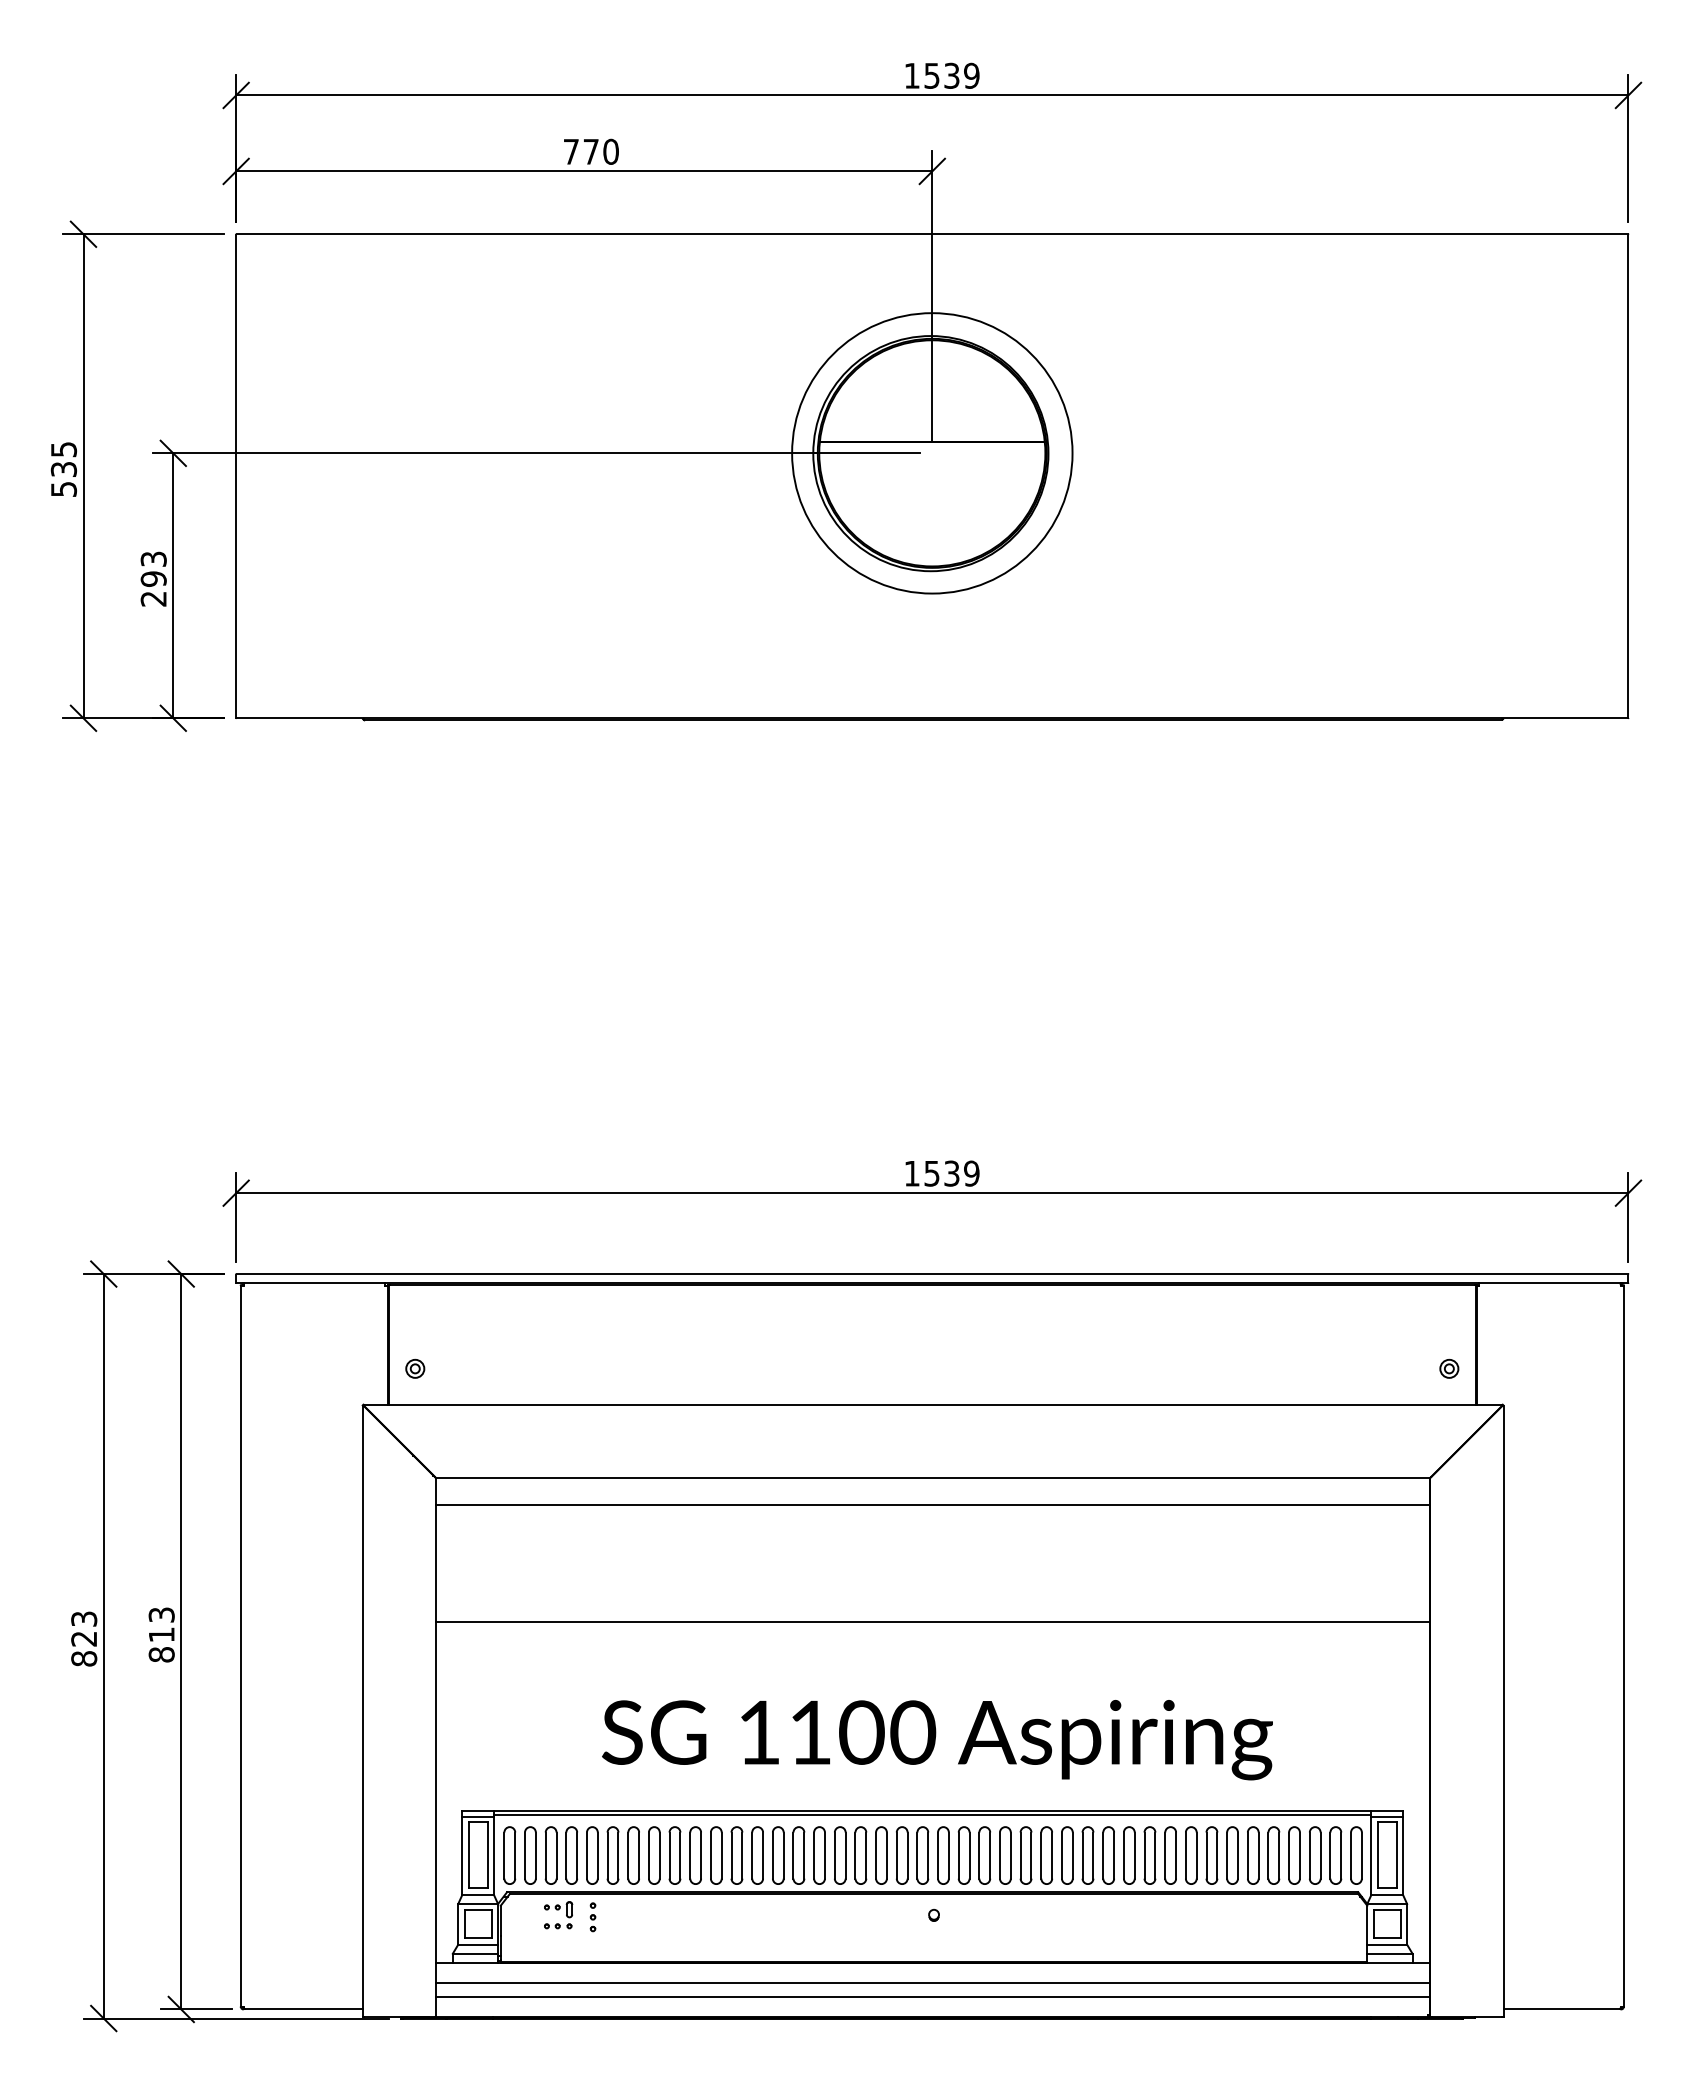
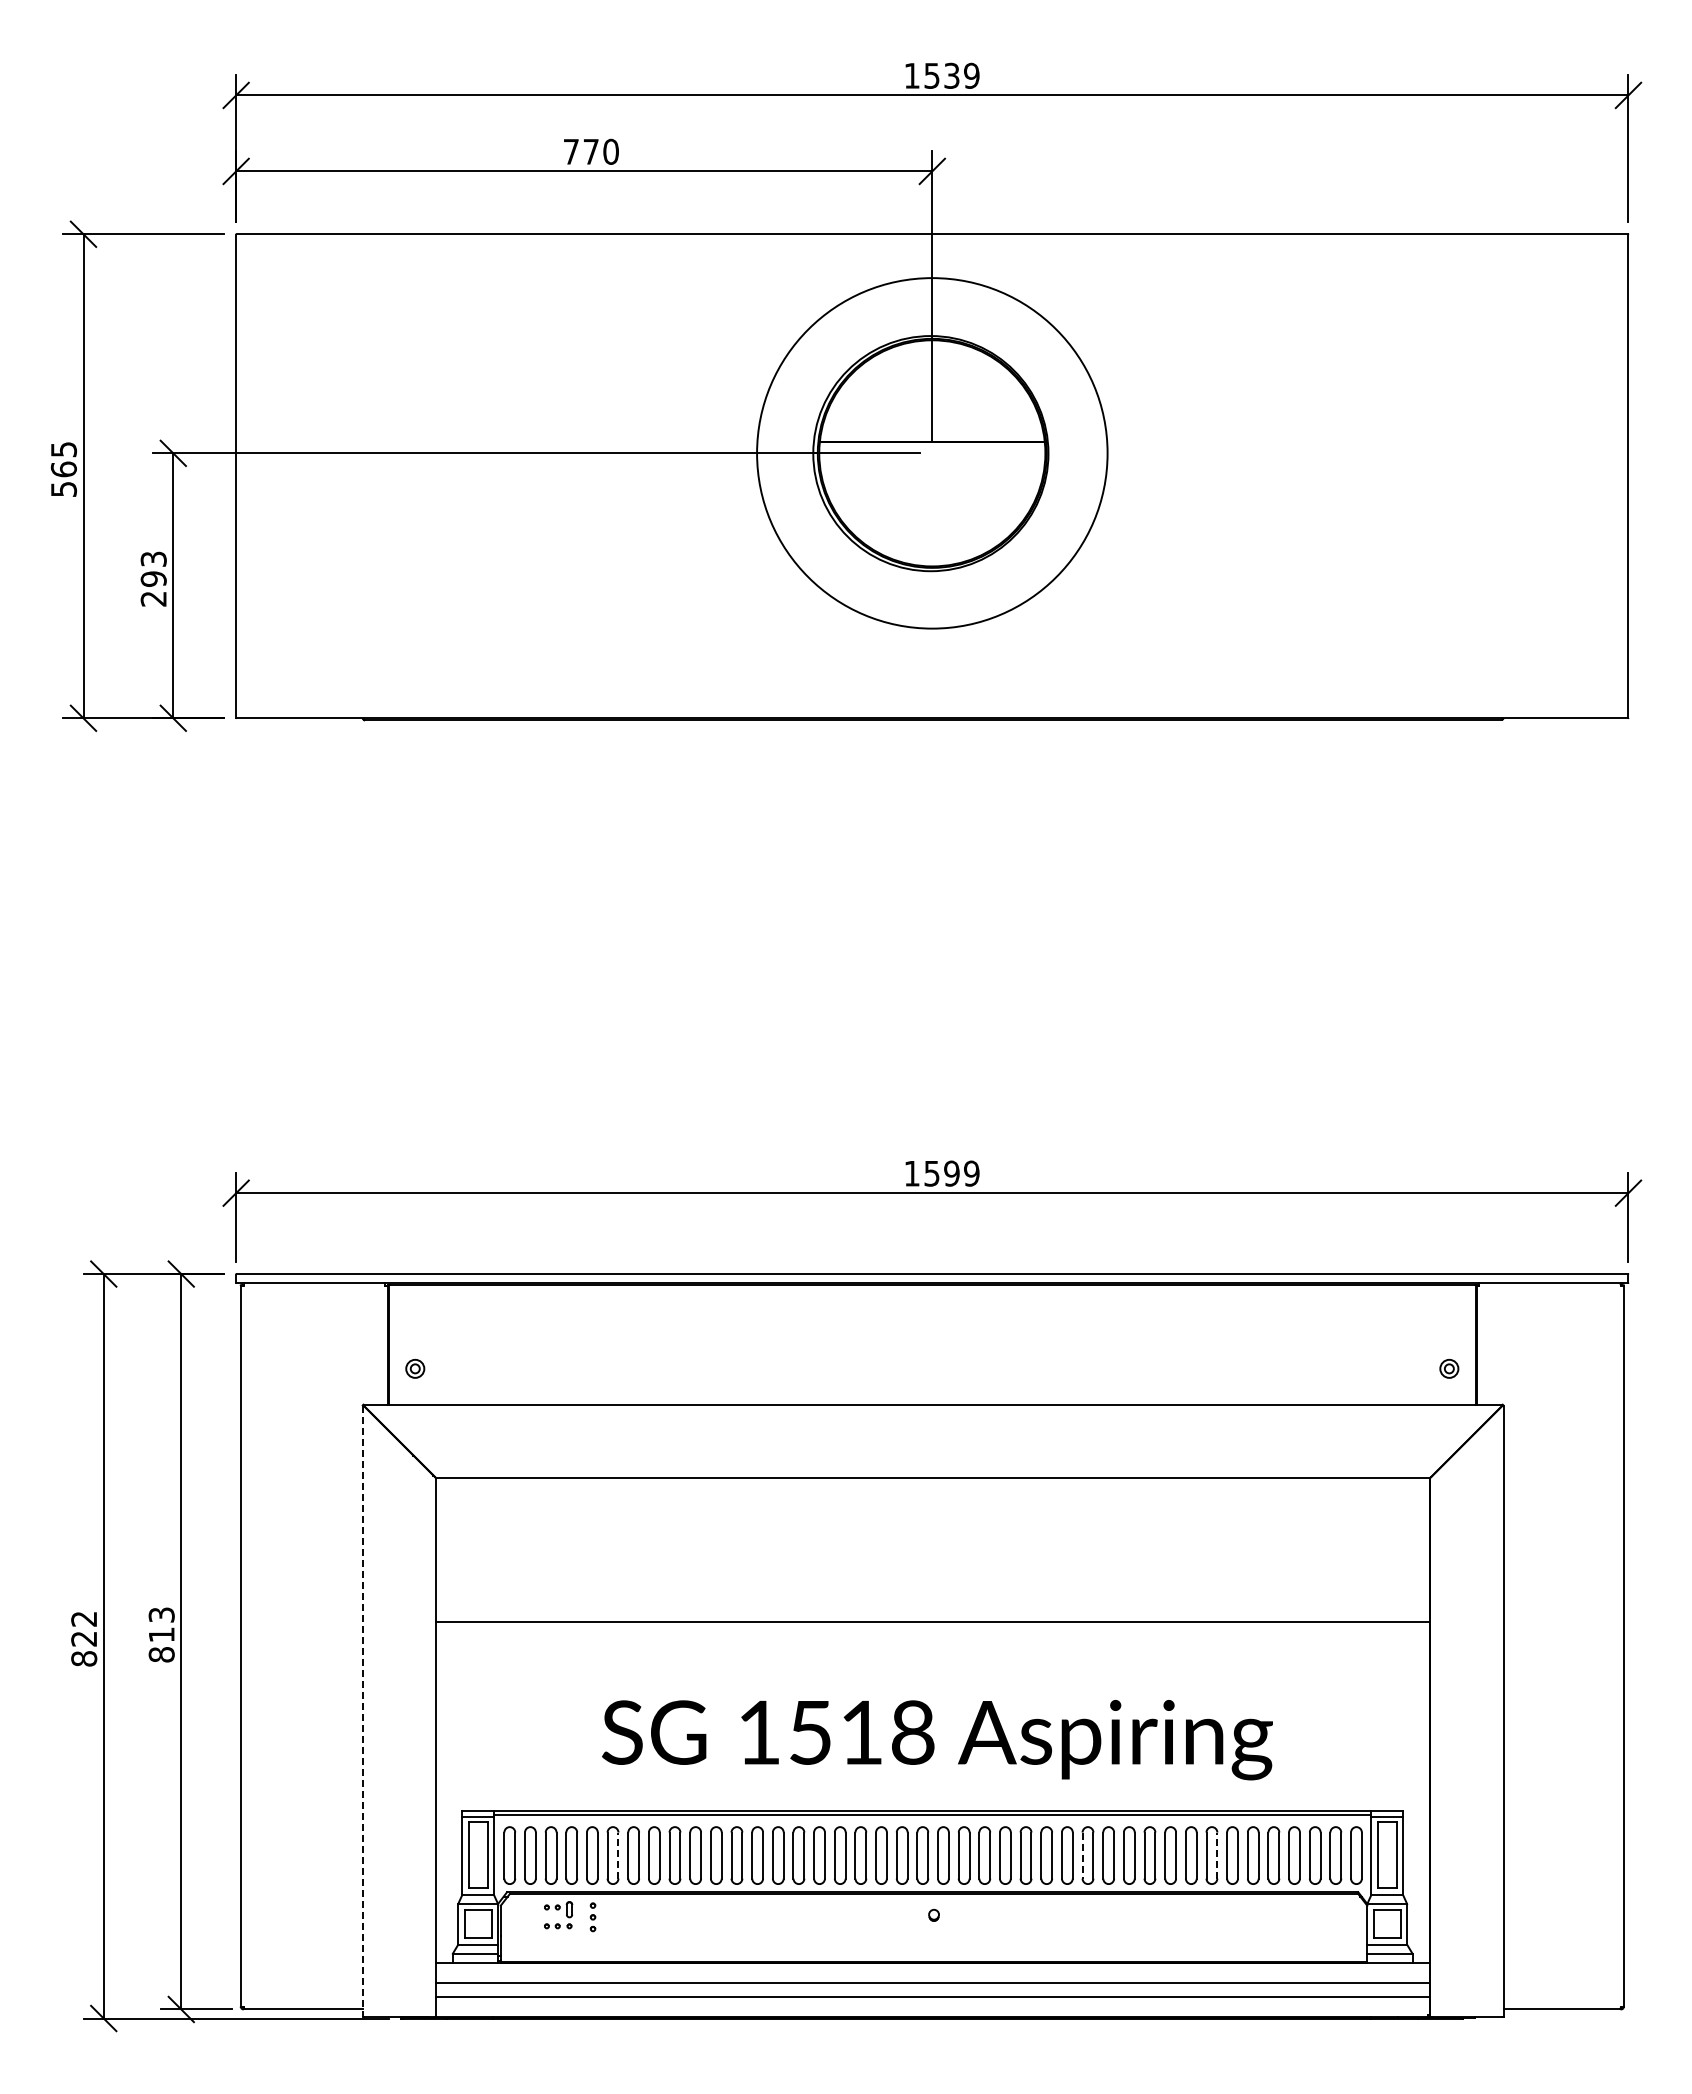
circle at (932, 453) diameter: 280 px -> 351 px
text at (63, 469): 535 -> 565
text at (951, 1173): 1539 -> 1599
line at (932, 1504): present -> none
text at (84, 1618): 823 -> 822
line at (362, 1711): solid -> dashed
text at (863, 1732): 1100 -> 1518
line at (618, 1855): solid -> dashed
line at (1217, 1855): solid -> dashed
line at (1082, 1856): solid -> dashed
